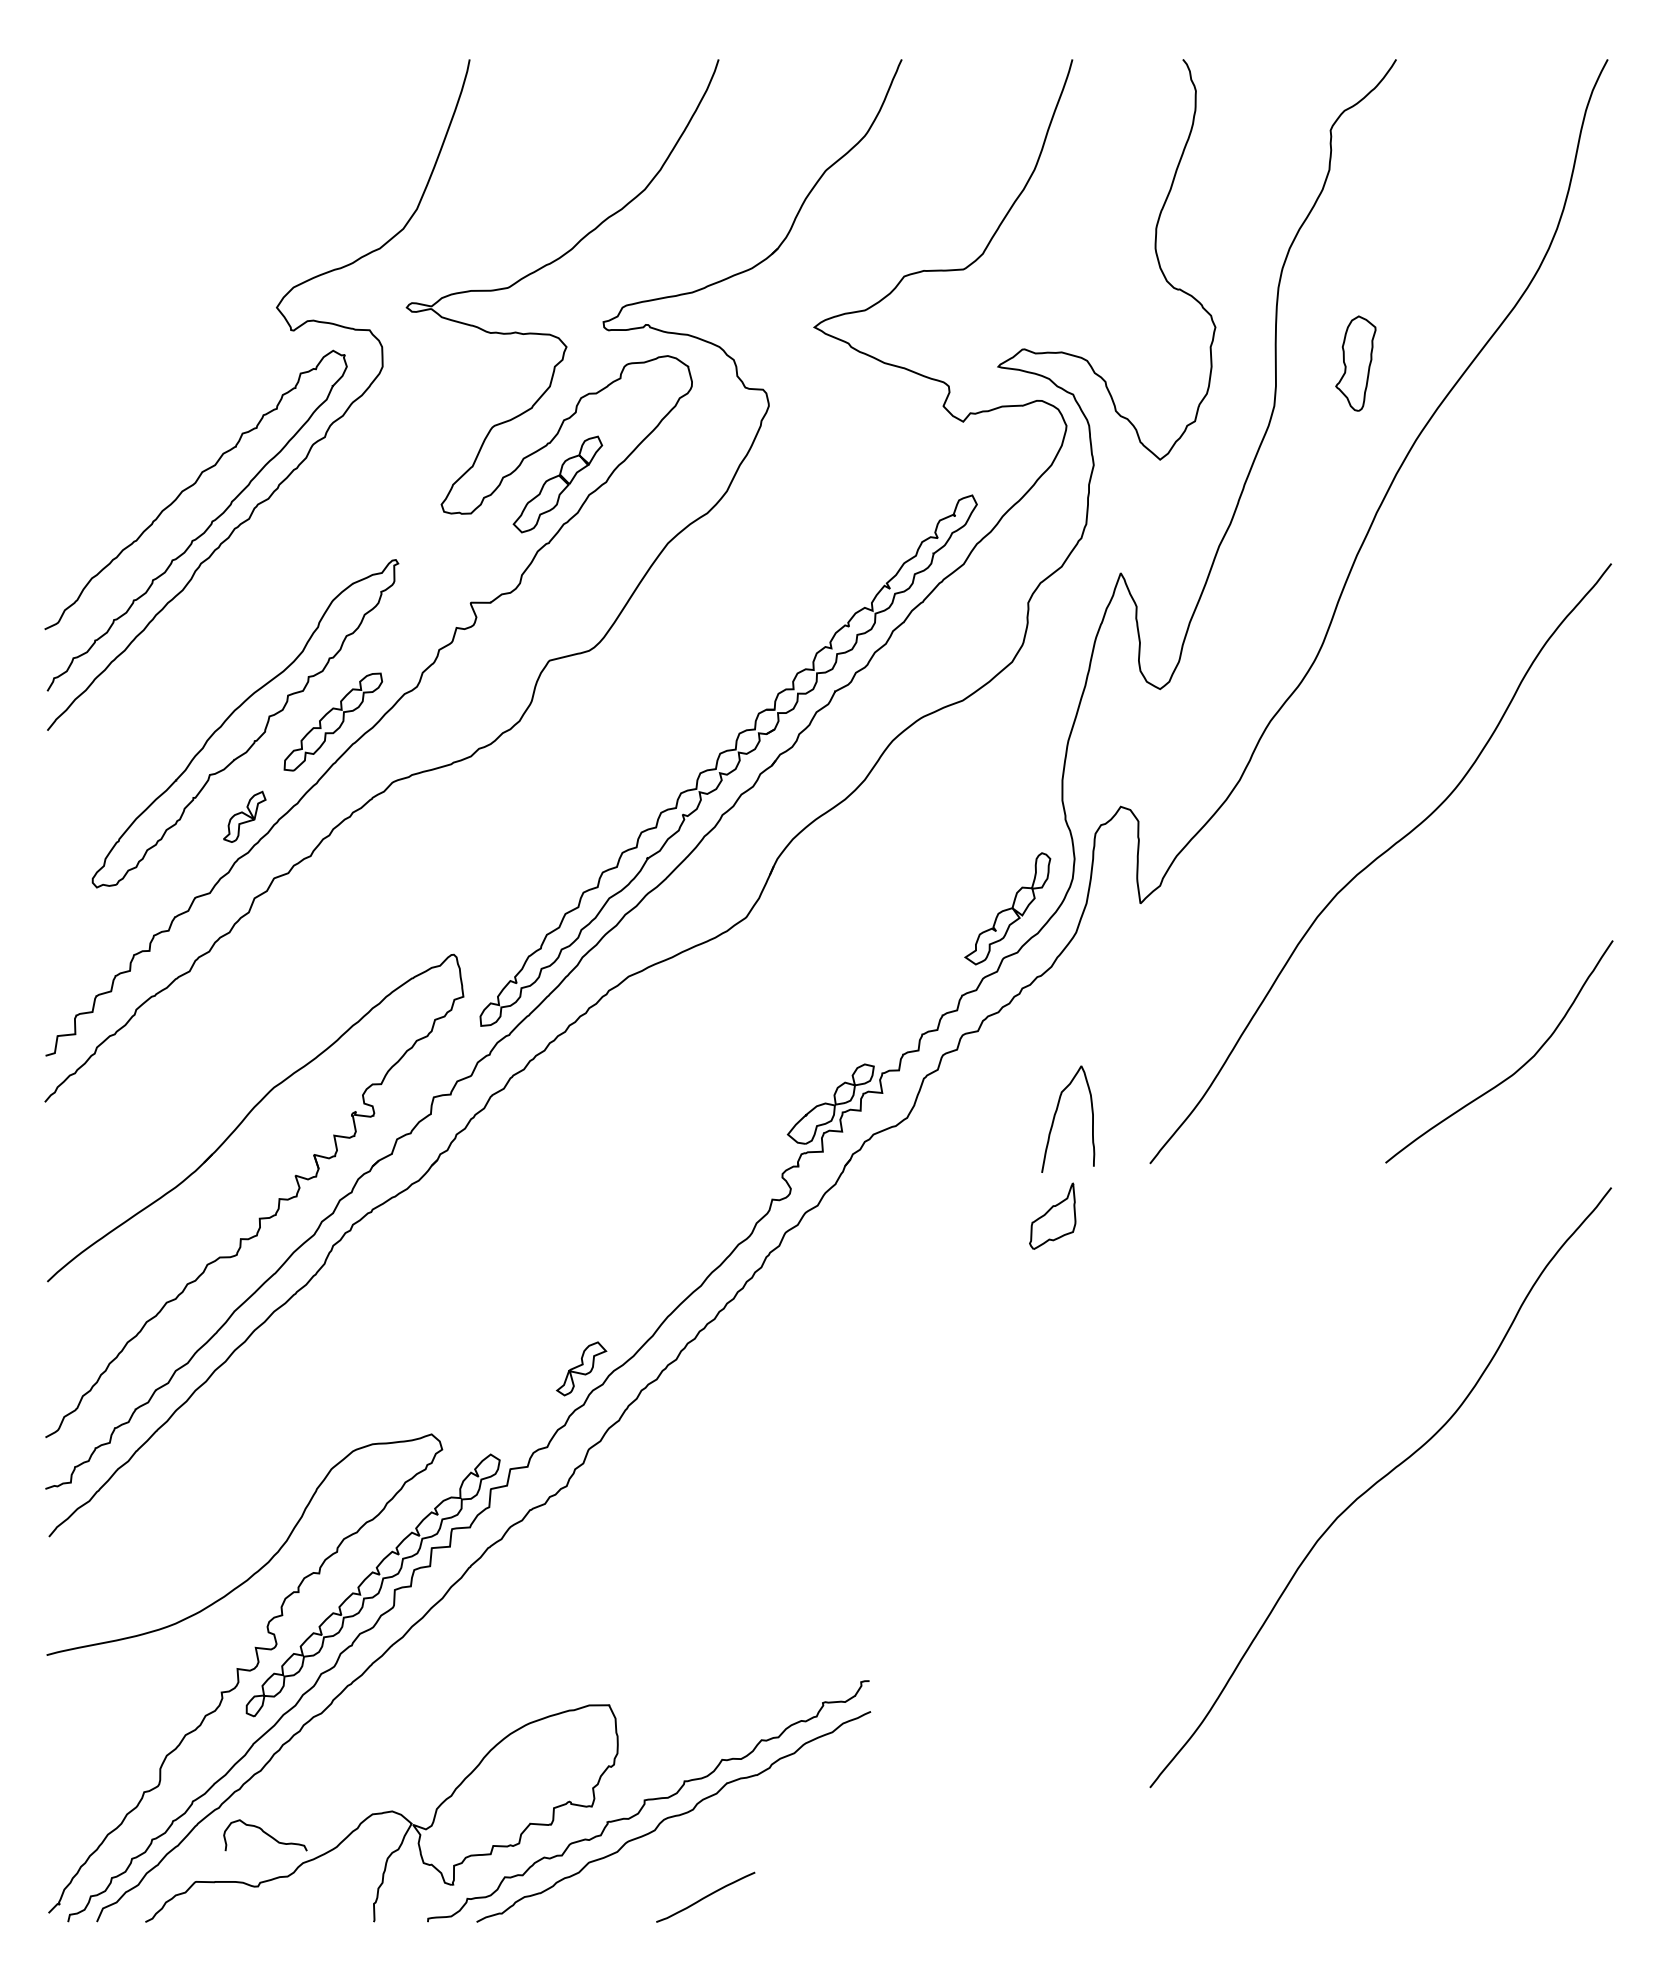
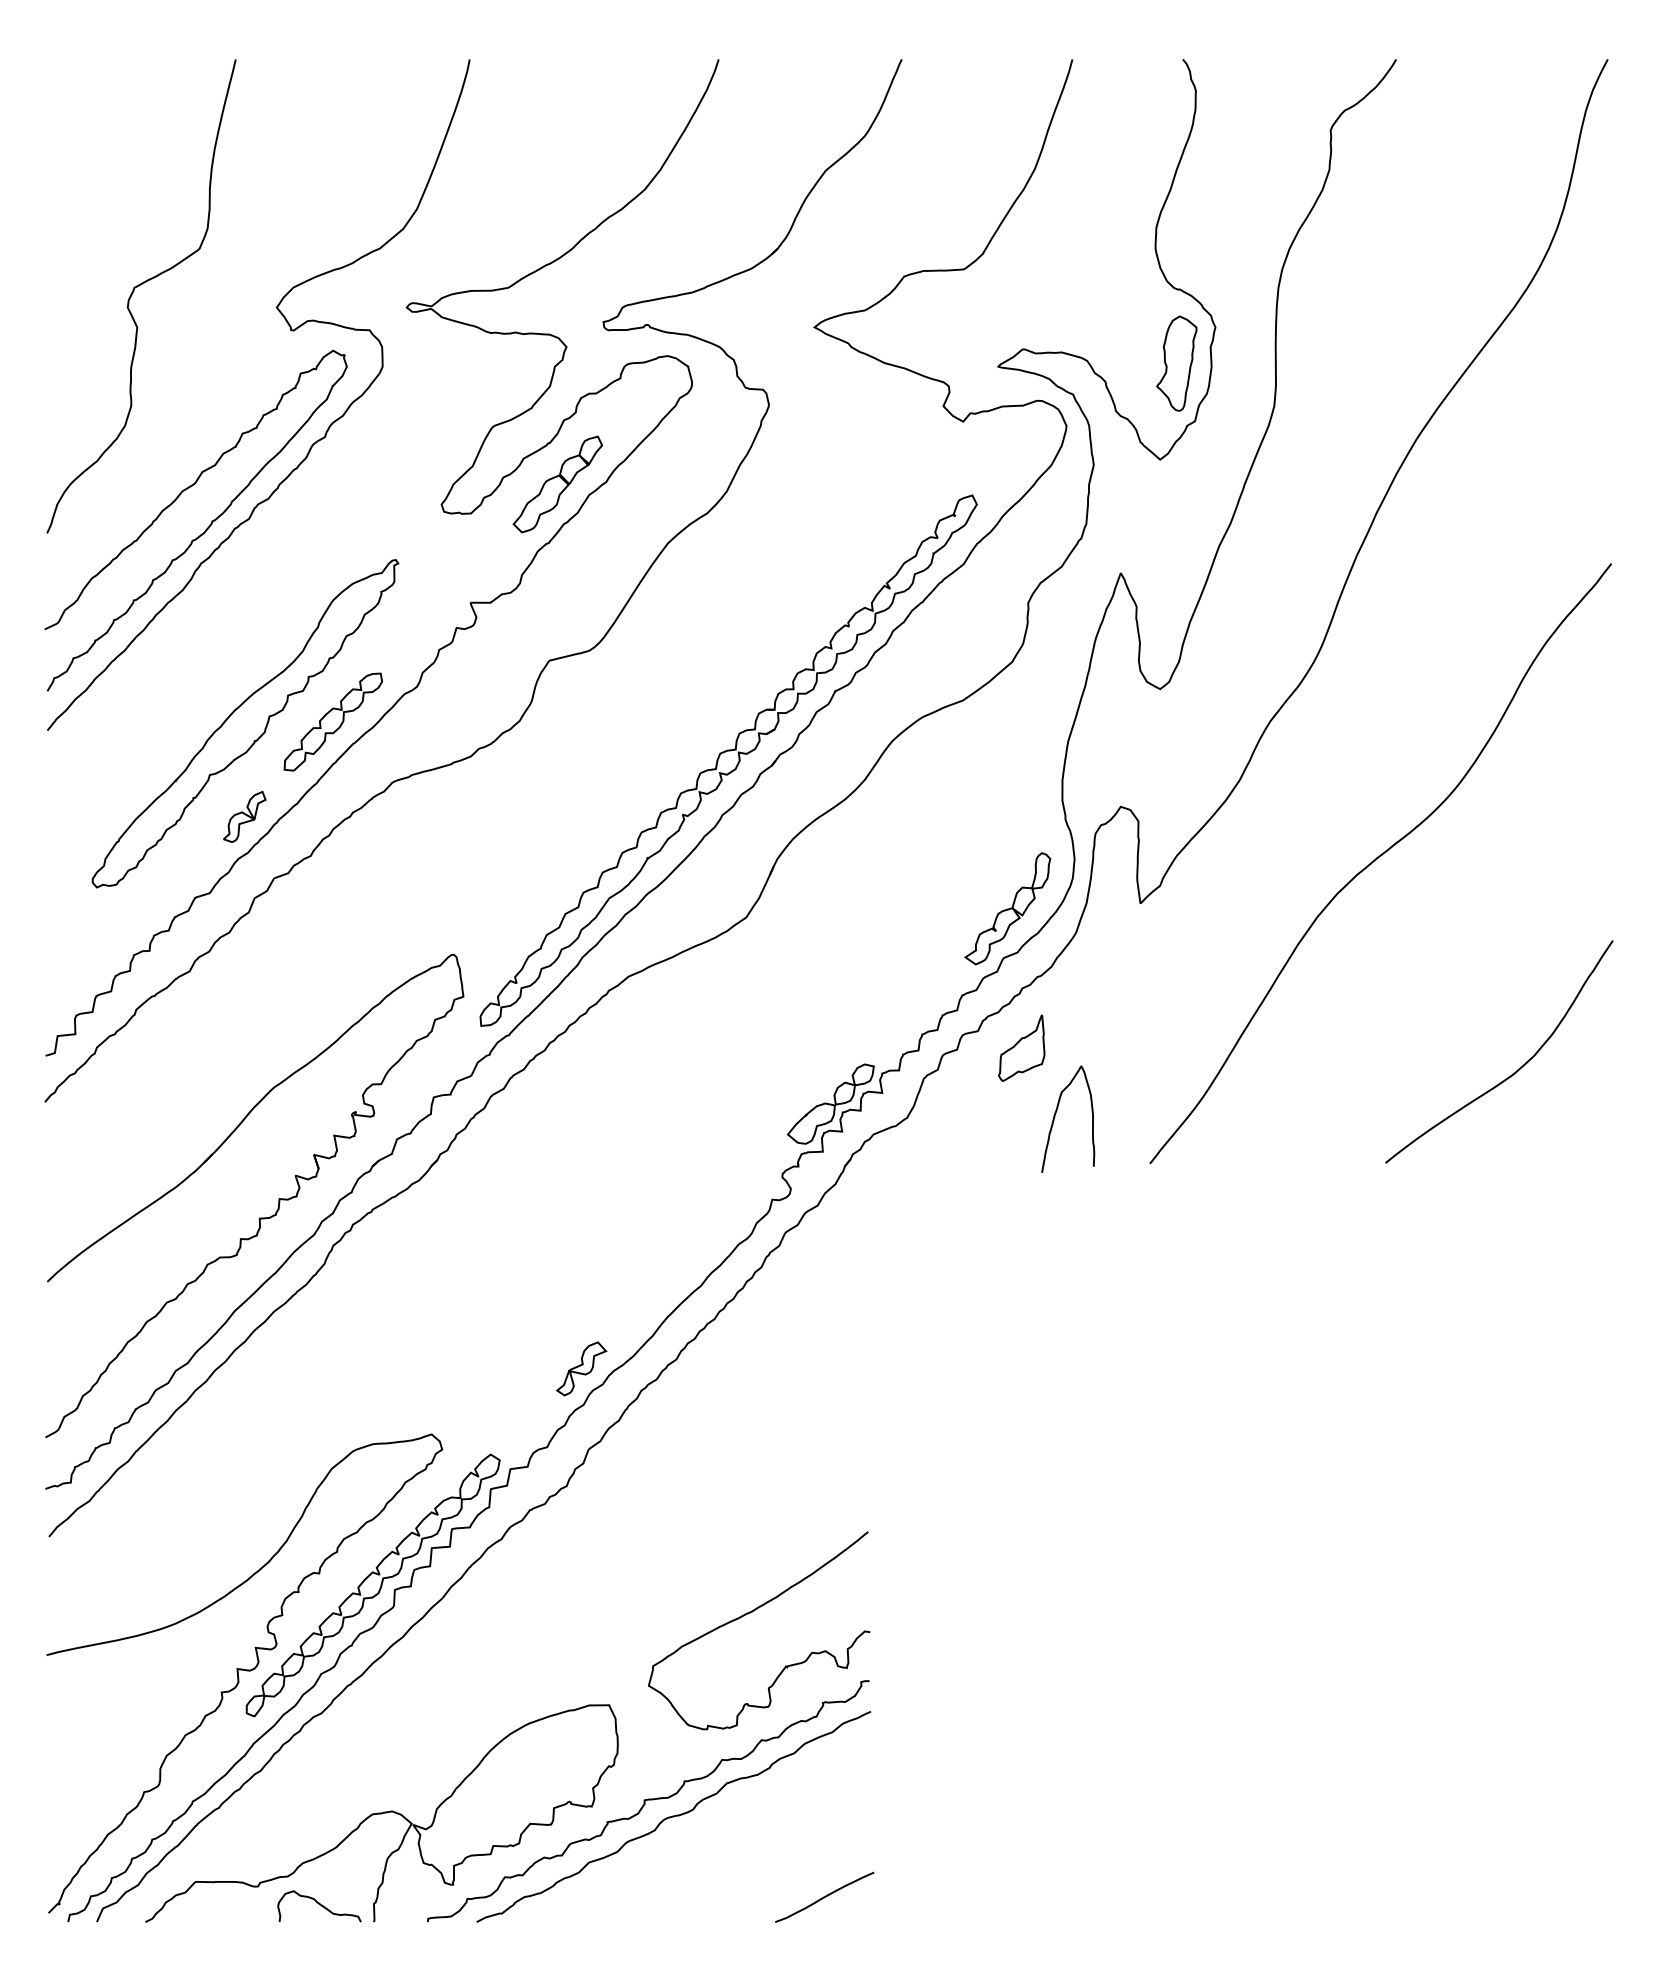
curve at (133, 293): none -> present
part at (1355, 363) position: (1355, 363) -> (1176, 363)
part at (1052, 1215) position: (1052, 1215) -> (1021, 1047)
curve at (1377, 1483): present -> none
curve at (750, 1613): none -> present
curve at (265, 1834) position: (265, 1834) -> (319, 1905)
curve at (705, 1896) position: (705, 1896) -> (824, 1896)
